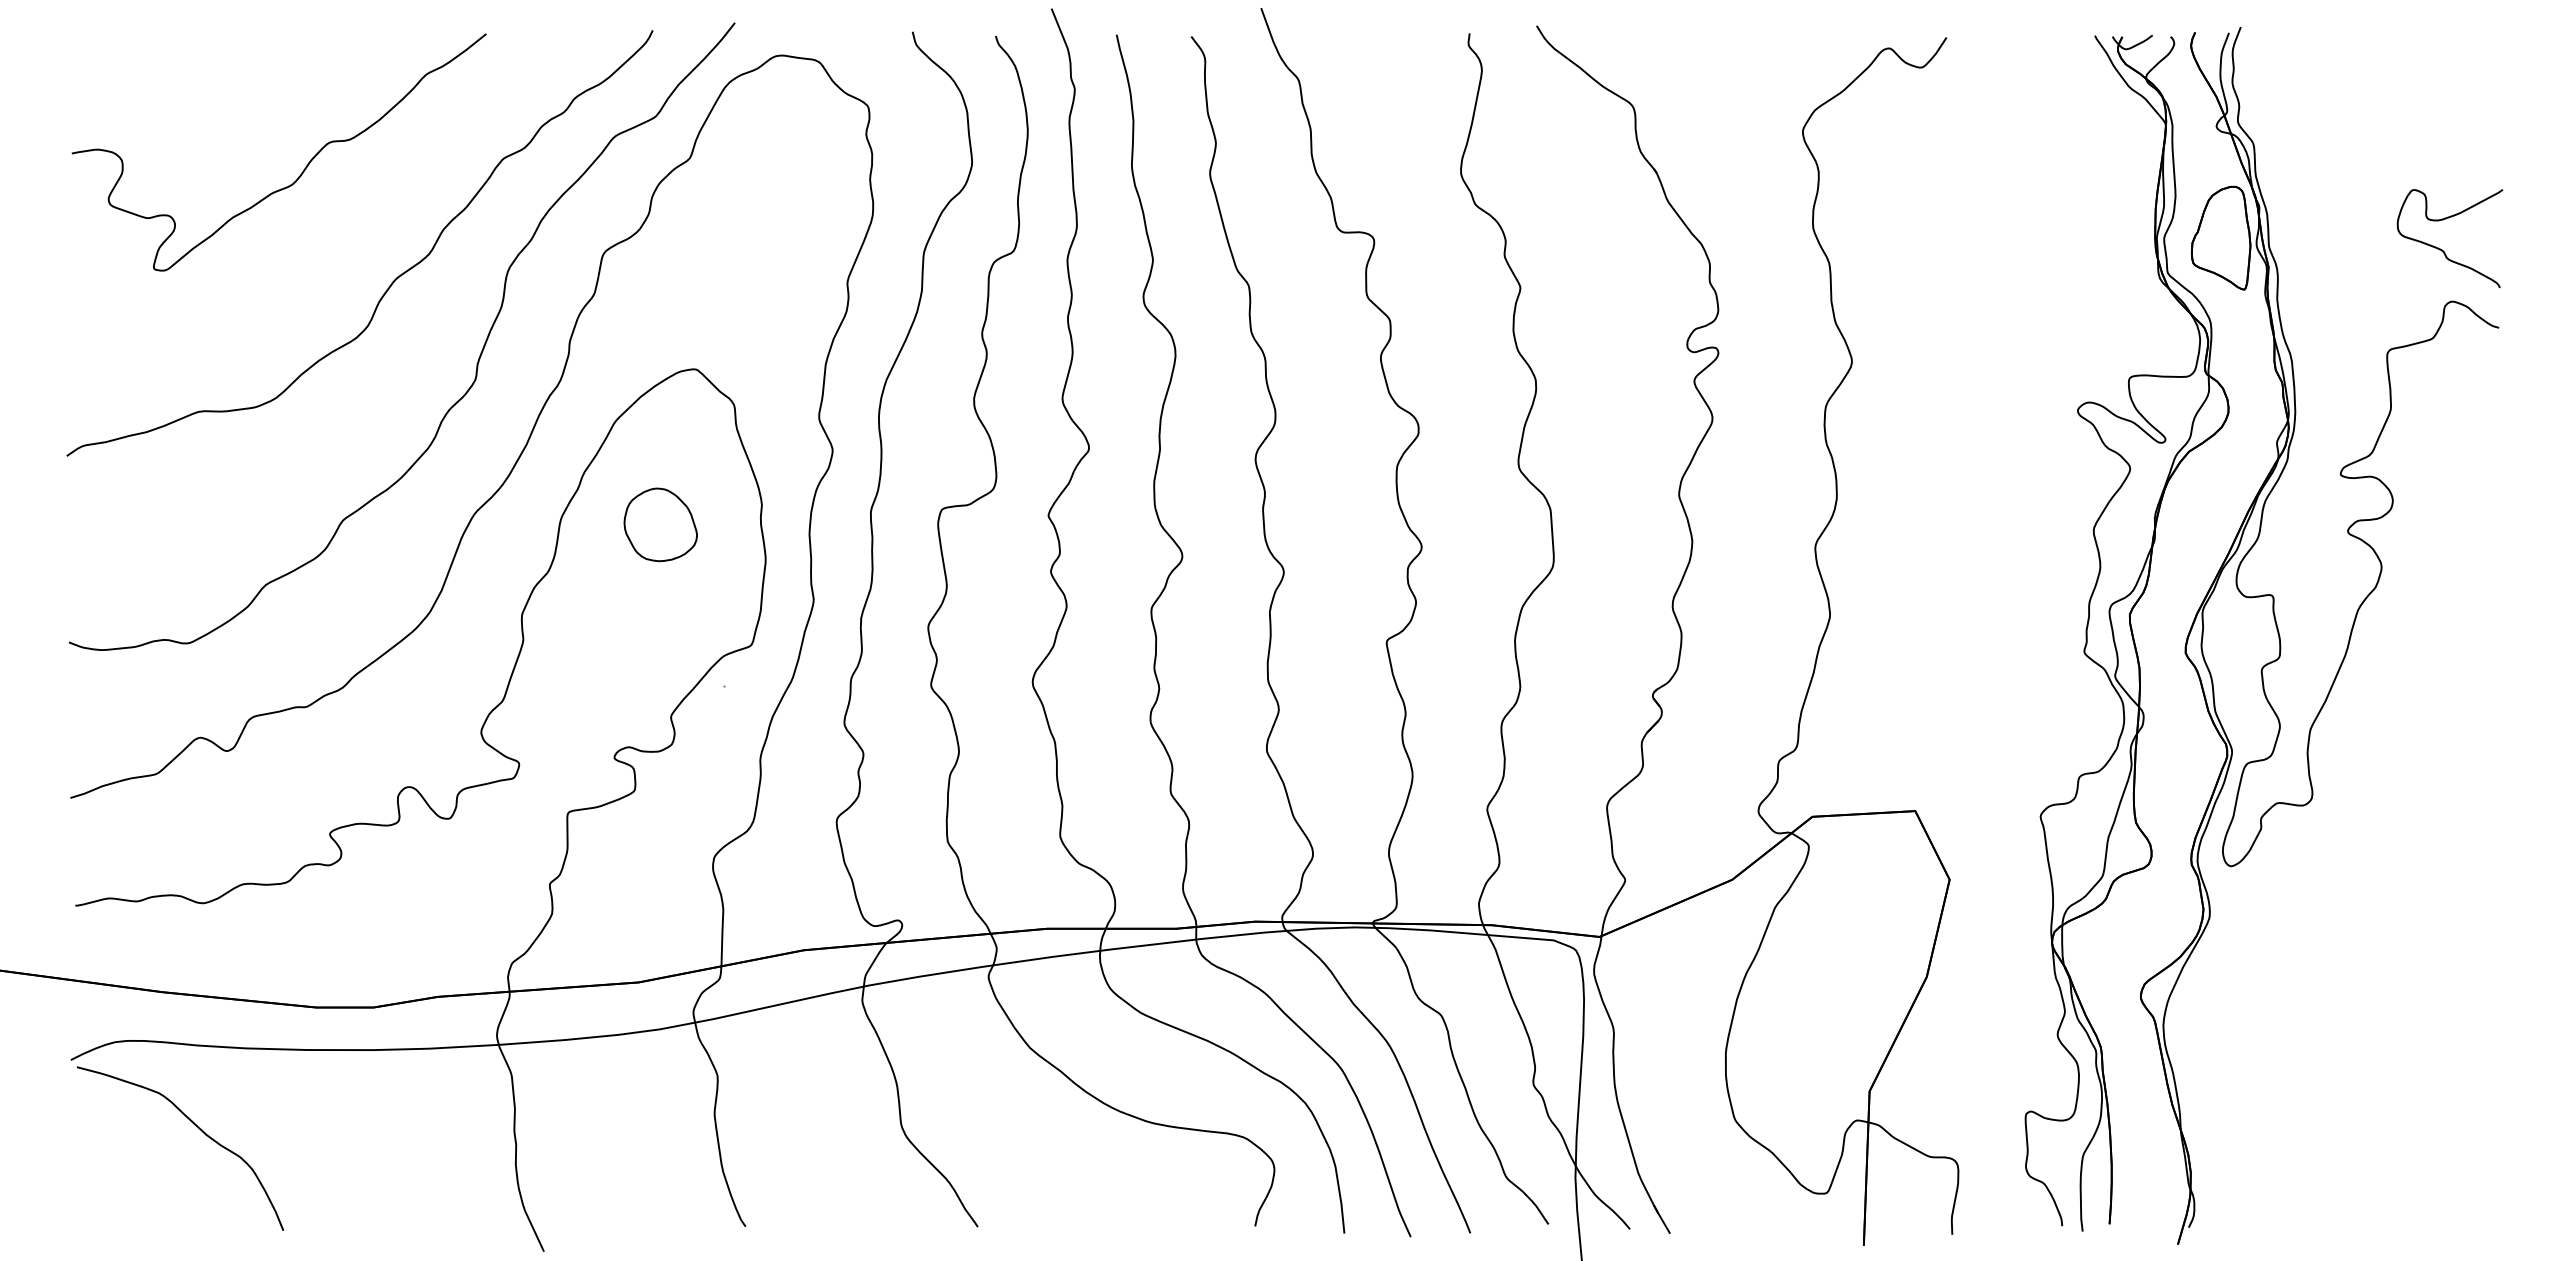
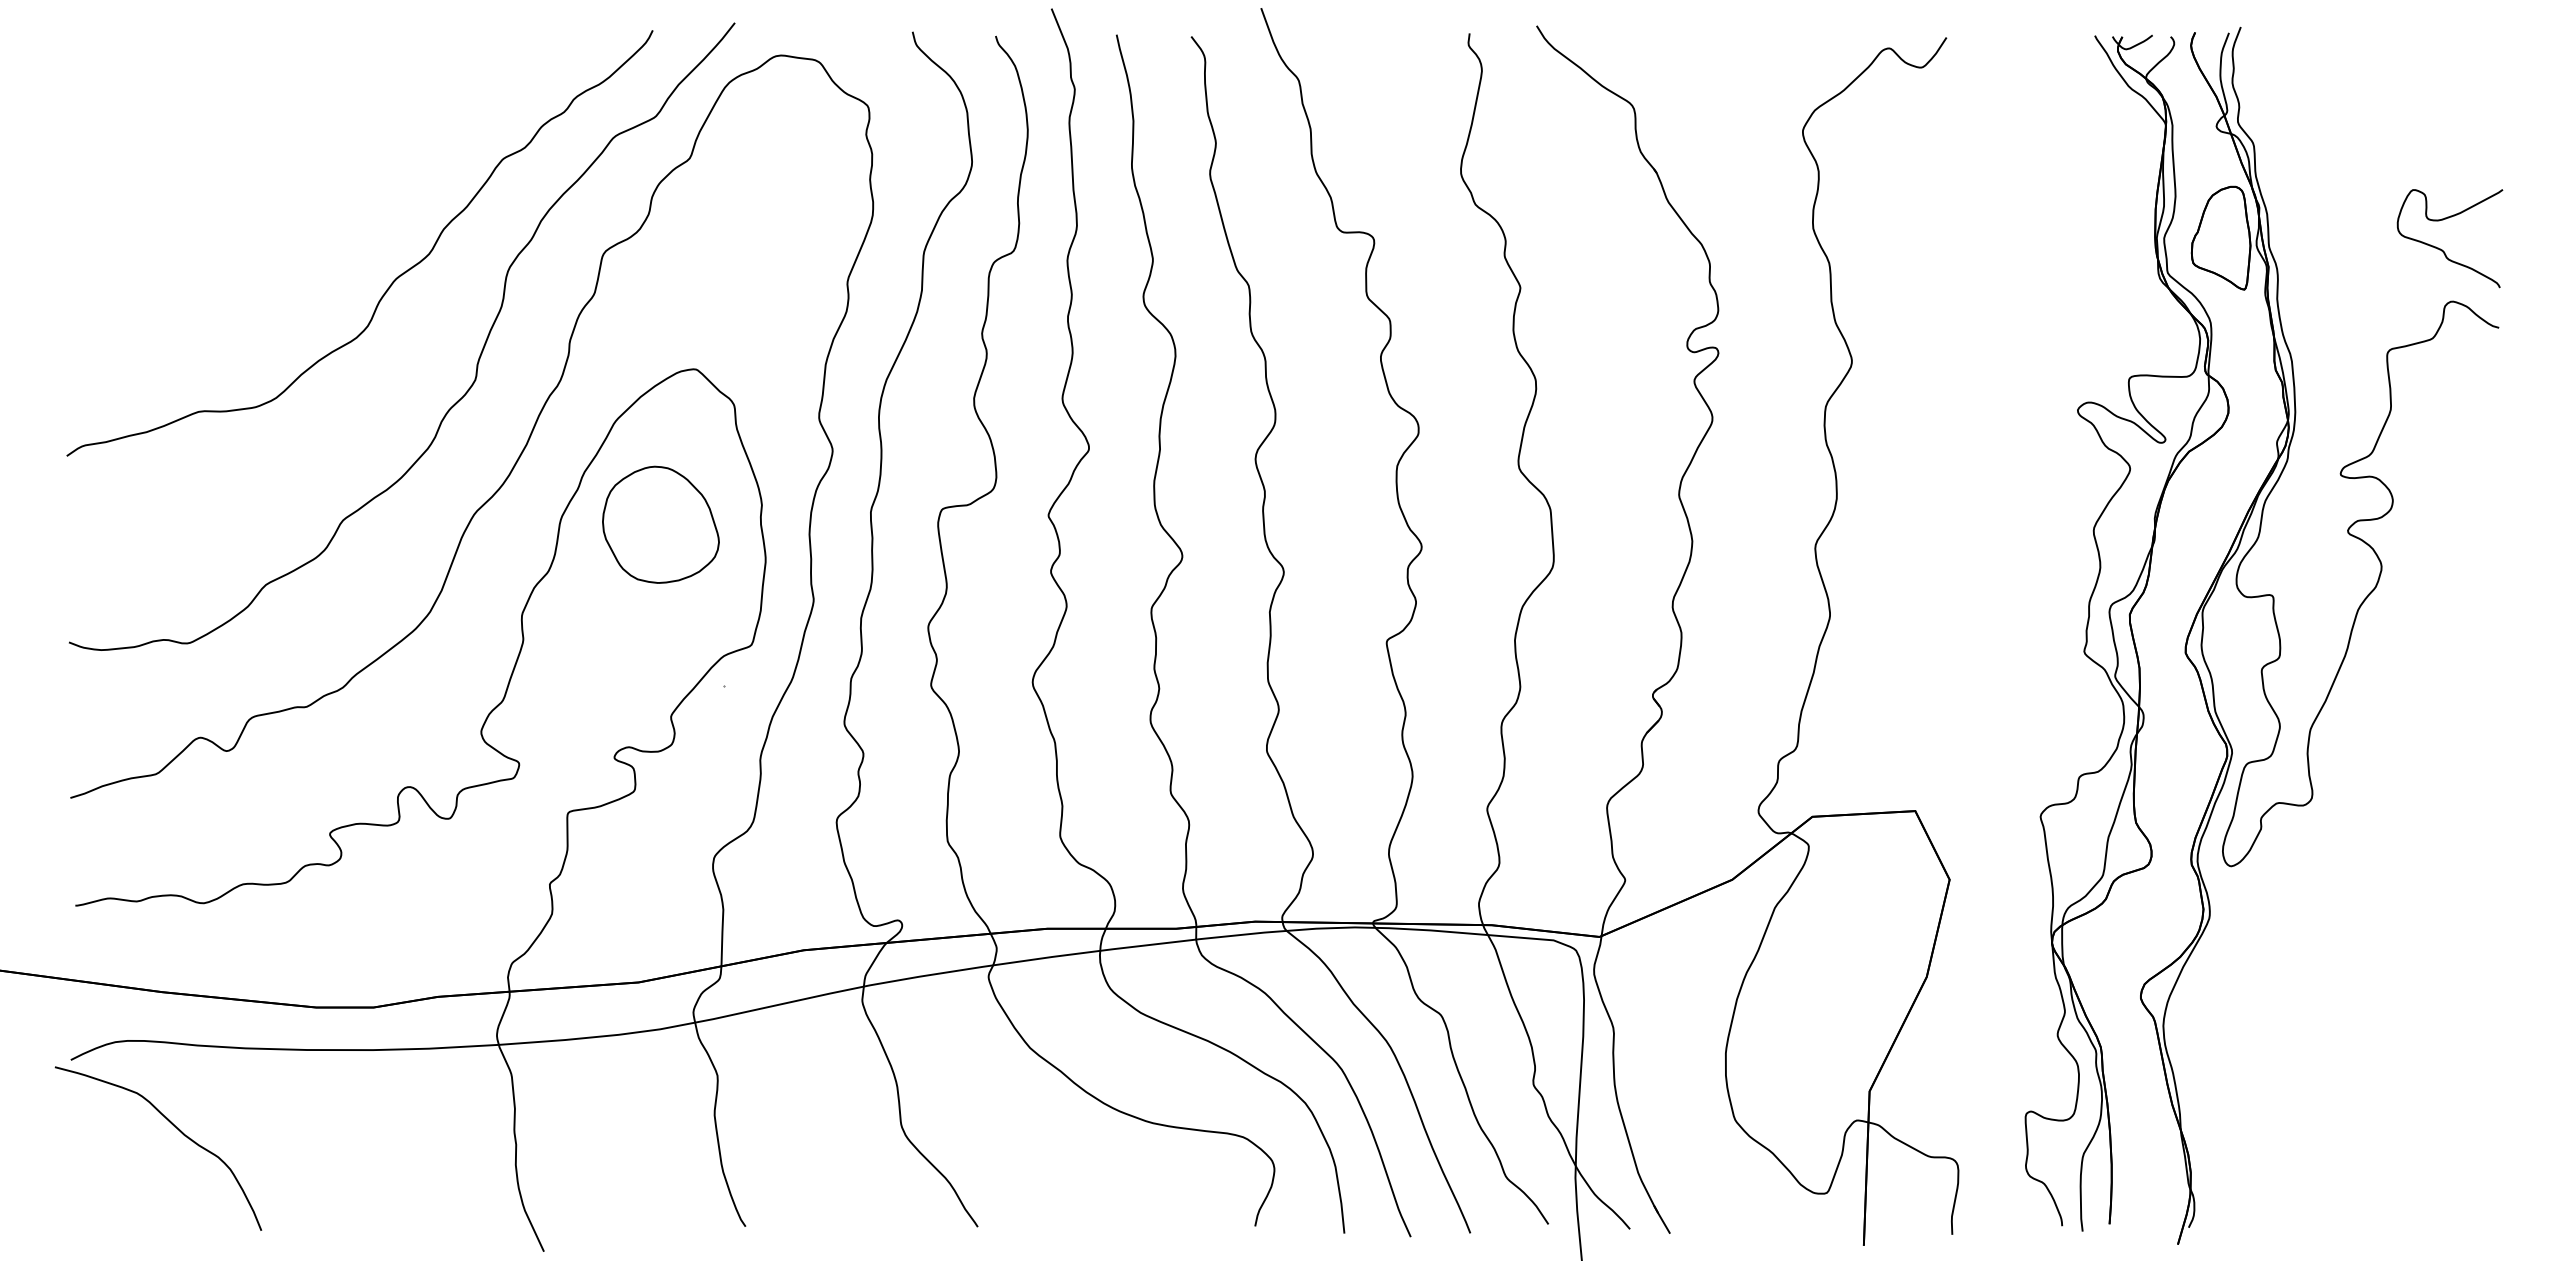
curve at (303, 169): present -> none
part at (660, 524) size: 75x76 px -> 118x119 px
curve at (195, 1126) position: (195, 1126) -> (173, 1126)
